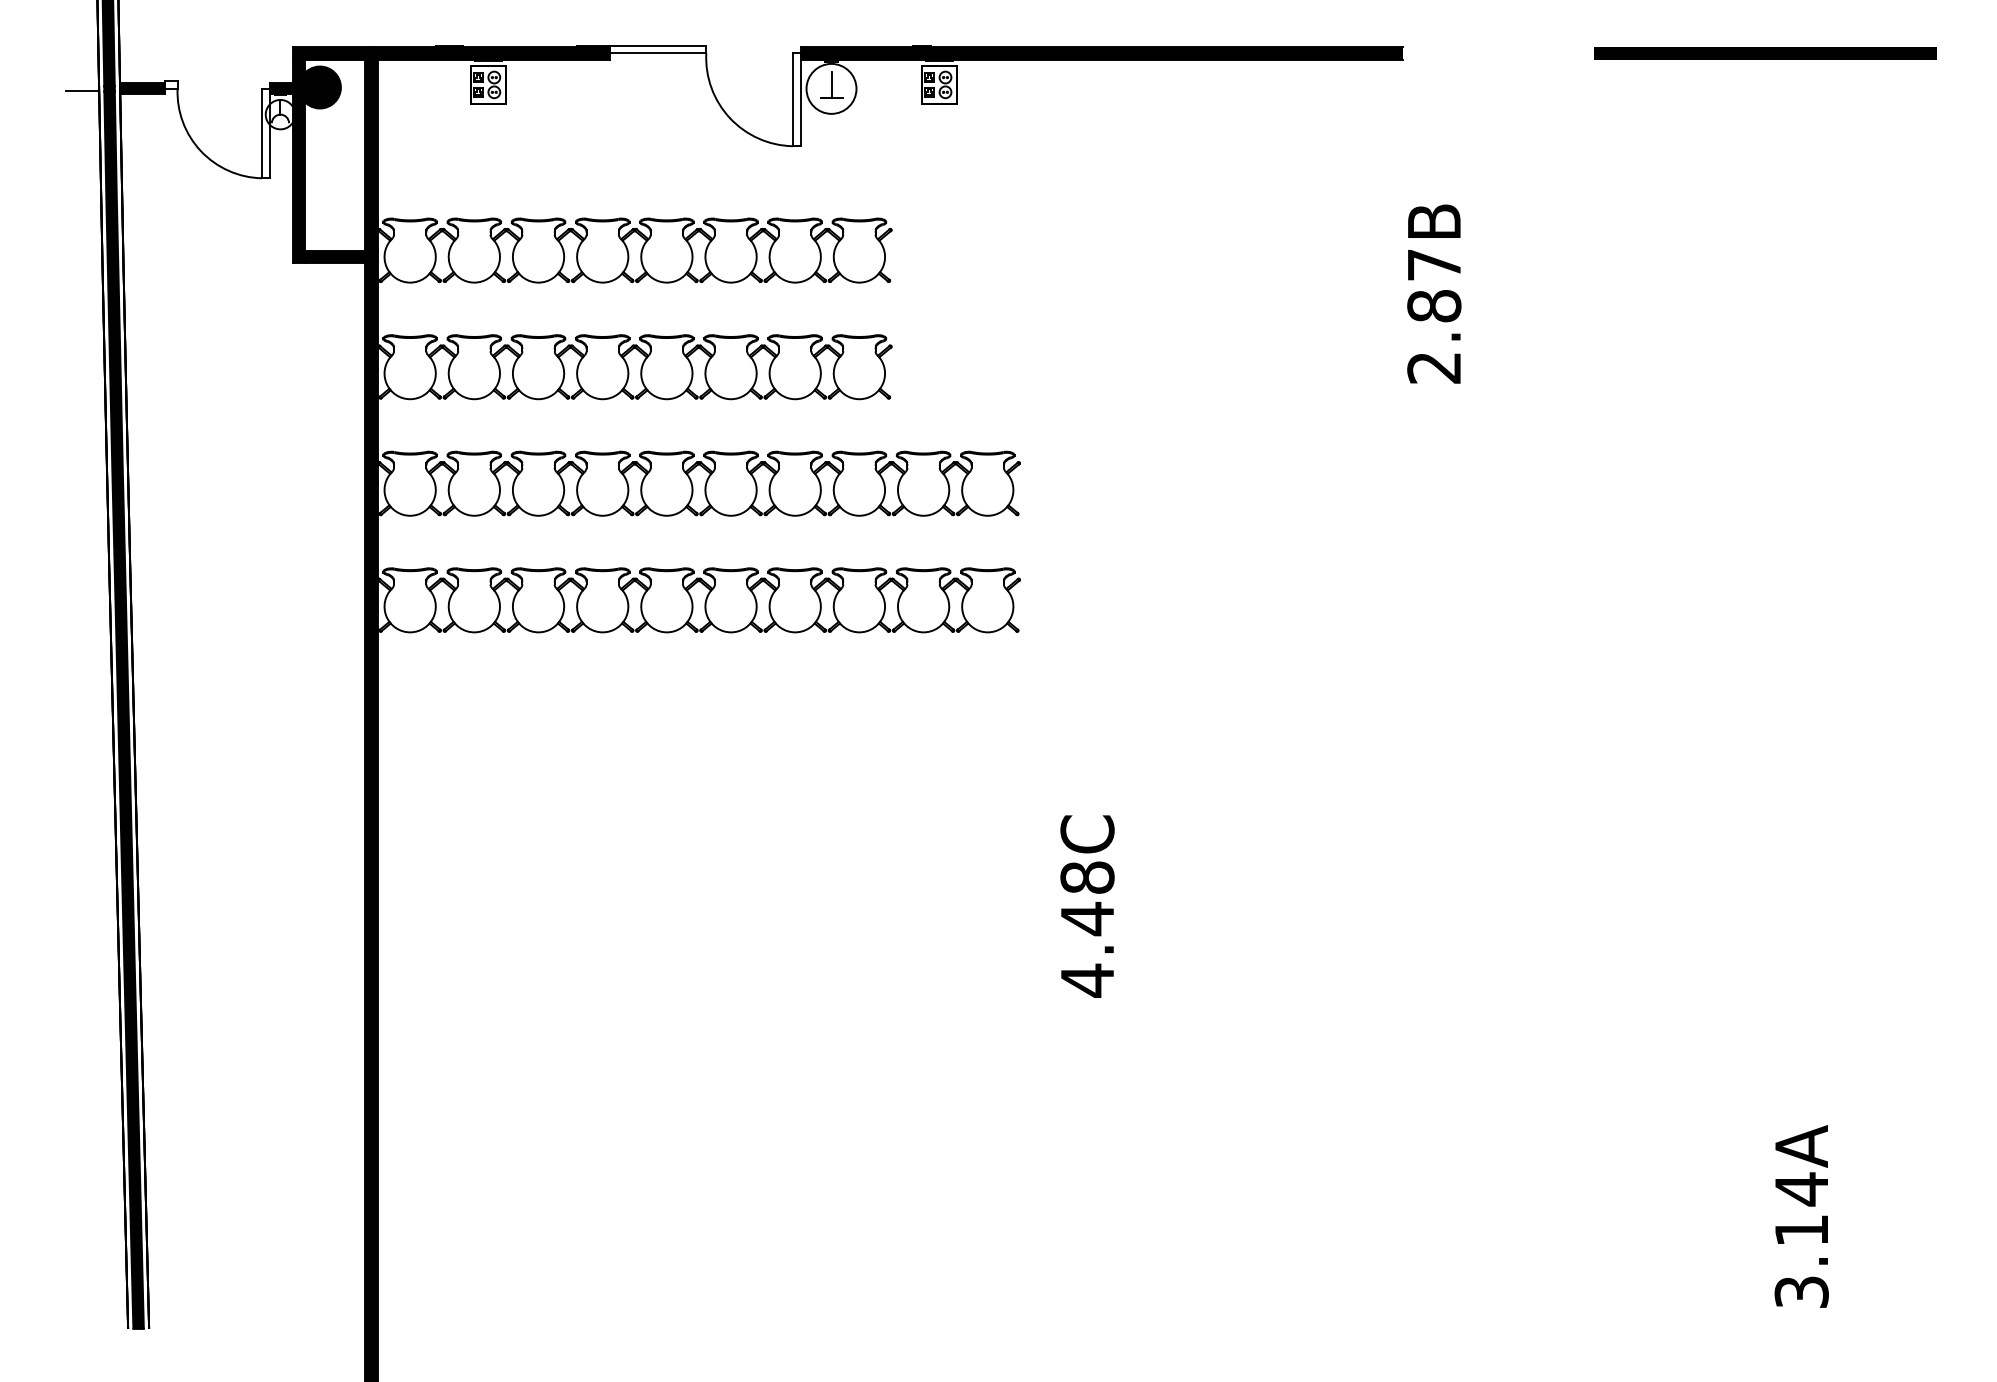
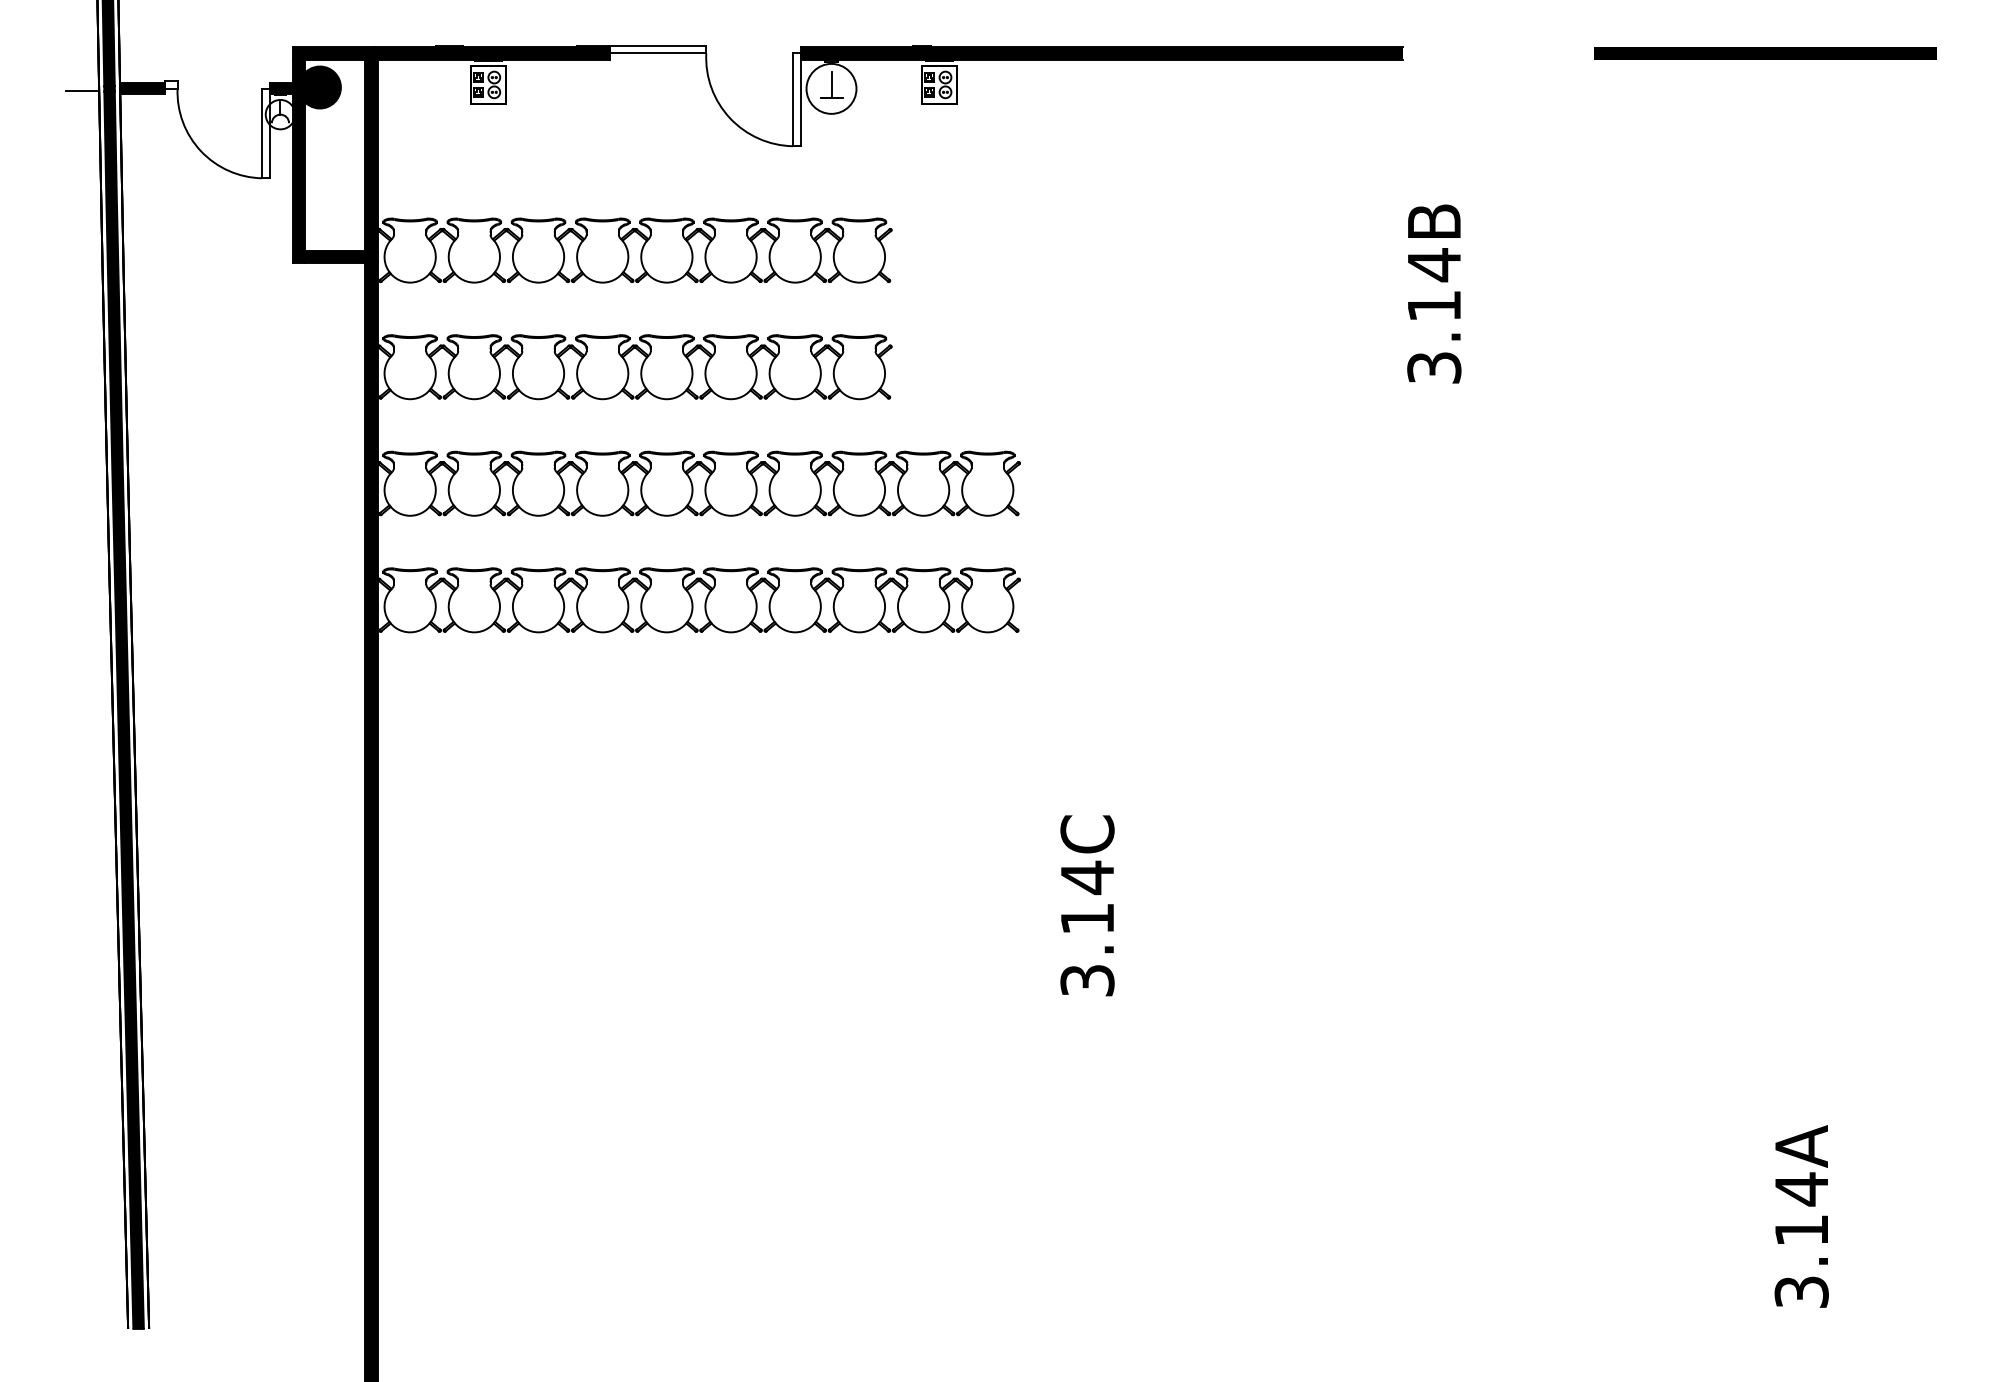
text at (1434, 315): 2.87B -> 3.14B
text at (1087, 928): 4.48C -> 3.14C
